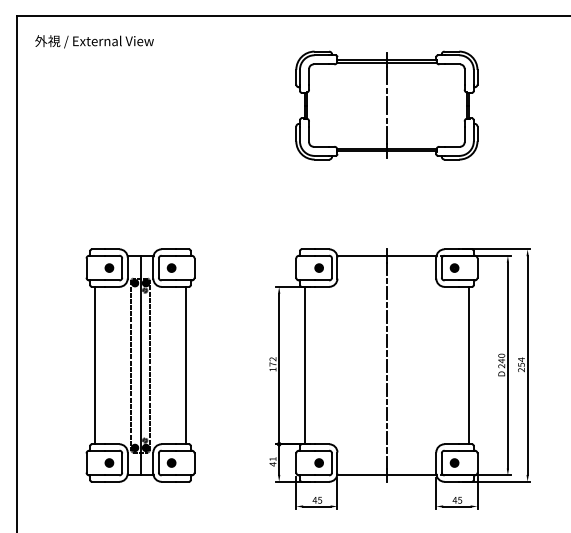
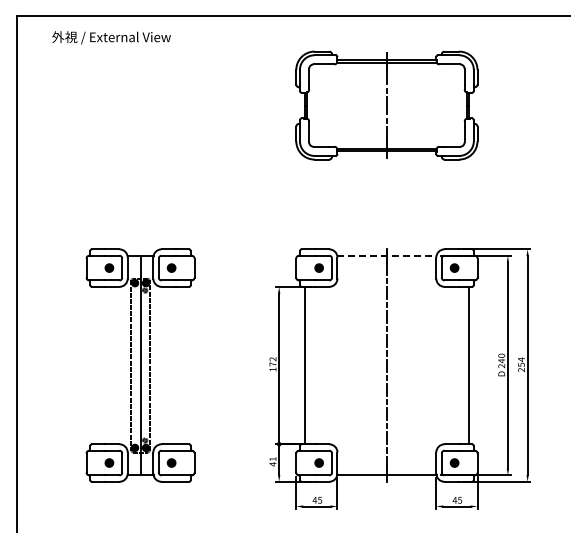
text at (94, 41) position: (94, 41) -> (111, 37)
line at (386, 255): solid -> dashed
line at (94, 365): present -> none
line at (186, 365): present -> none
